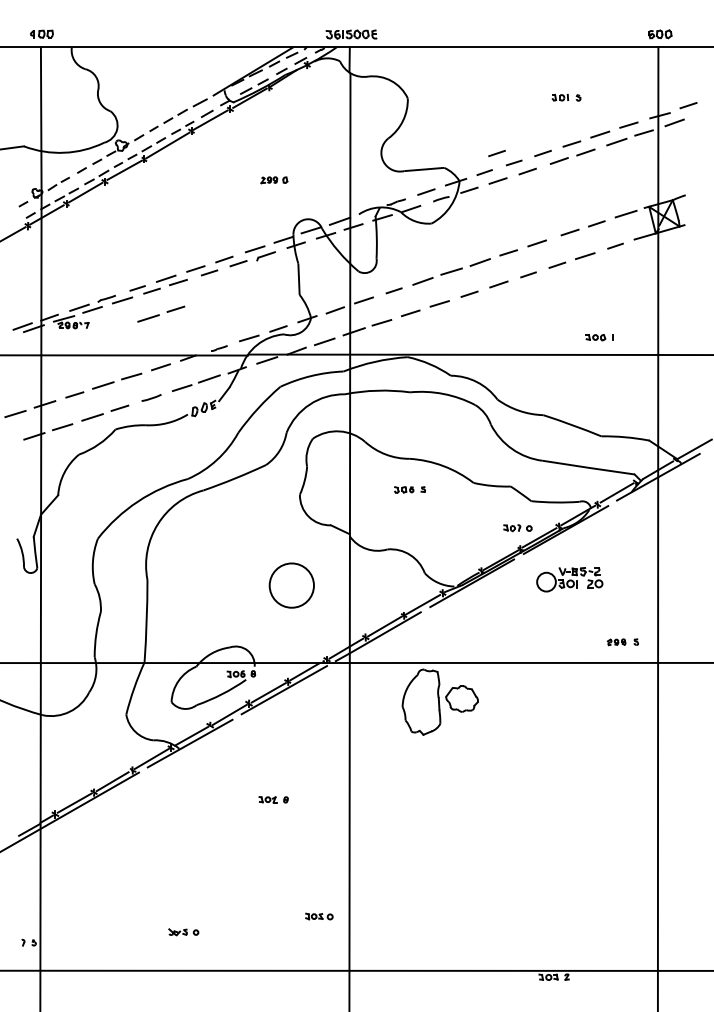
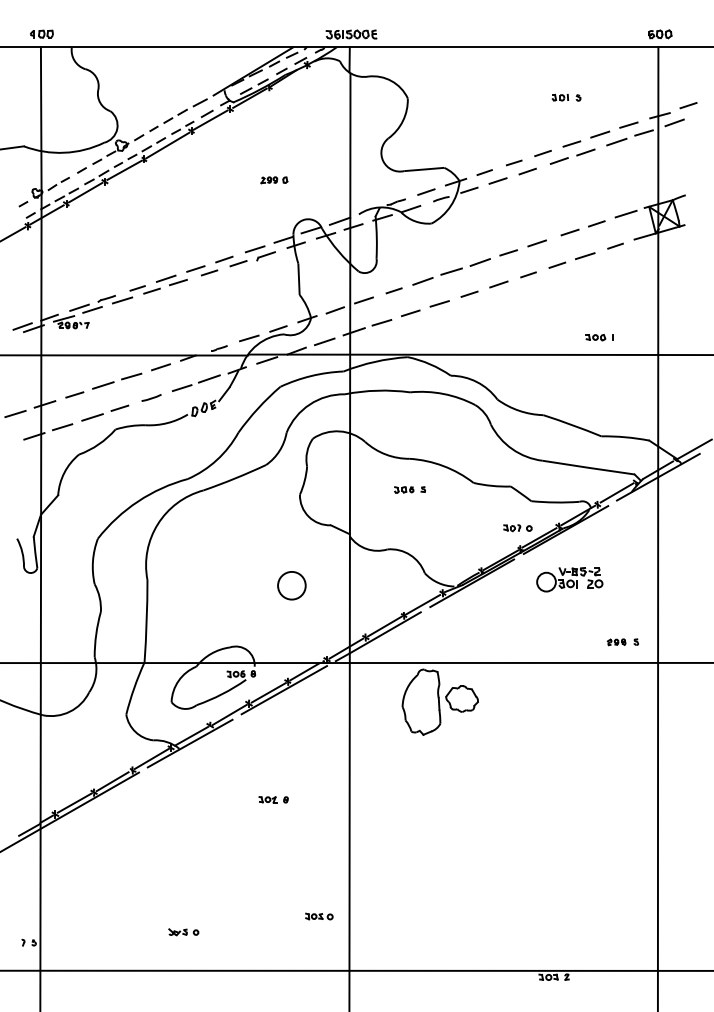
line at (496, 153): present -> none
line at (159, 314): present -> none
circle at (291, 585) size: 47x47 px -> 30x30 px
